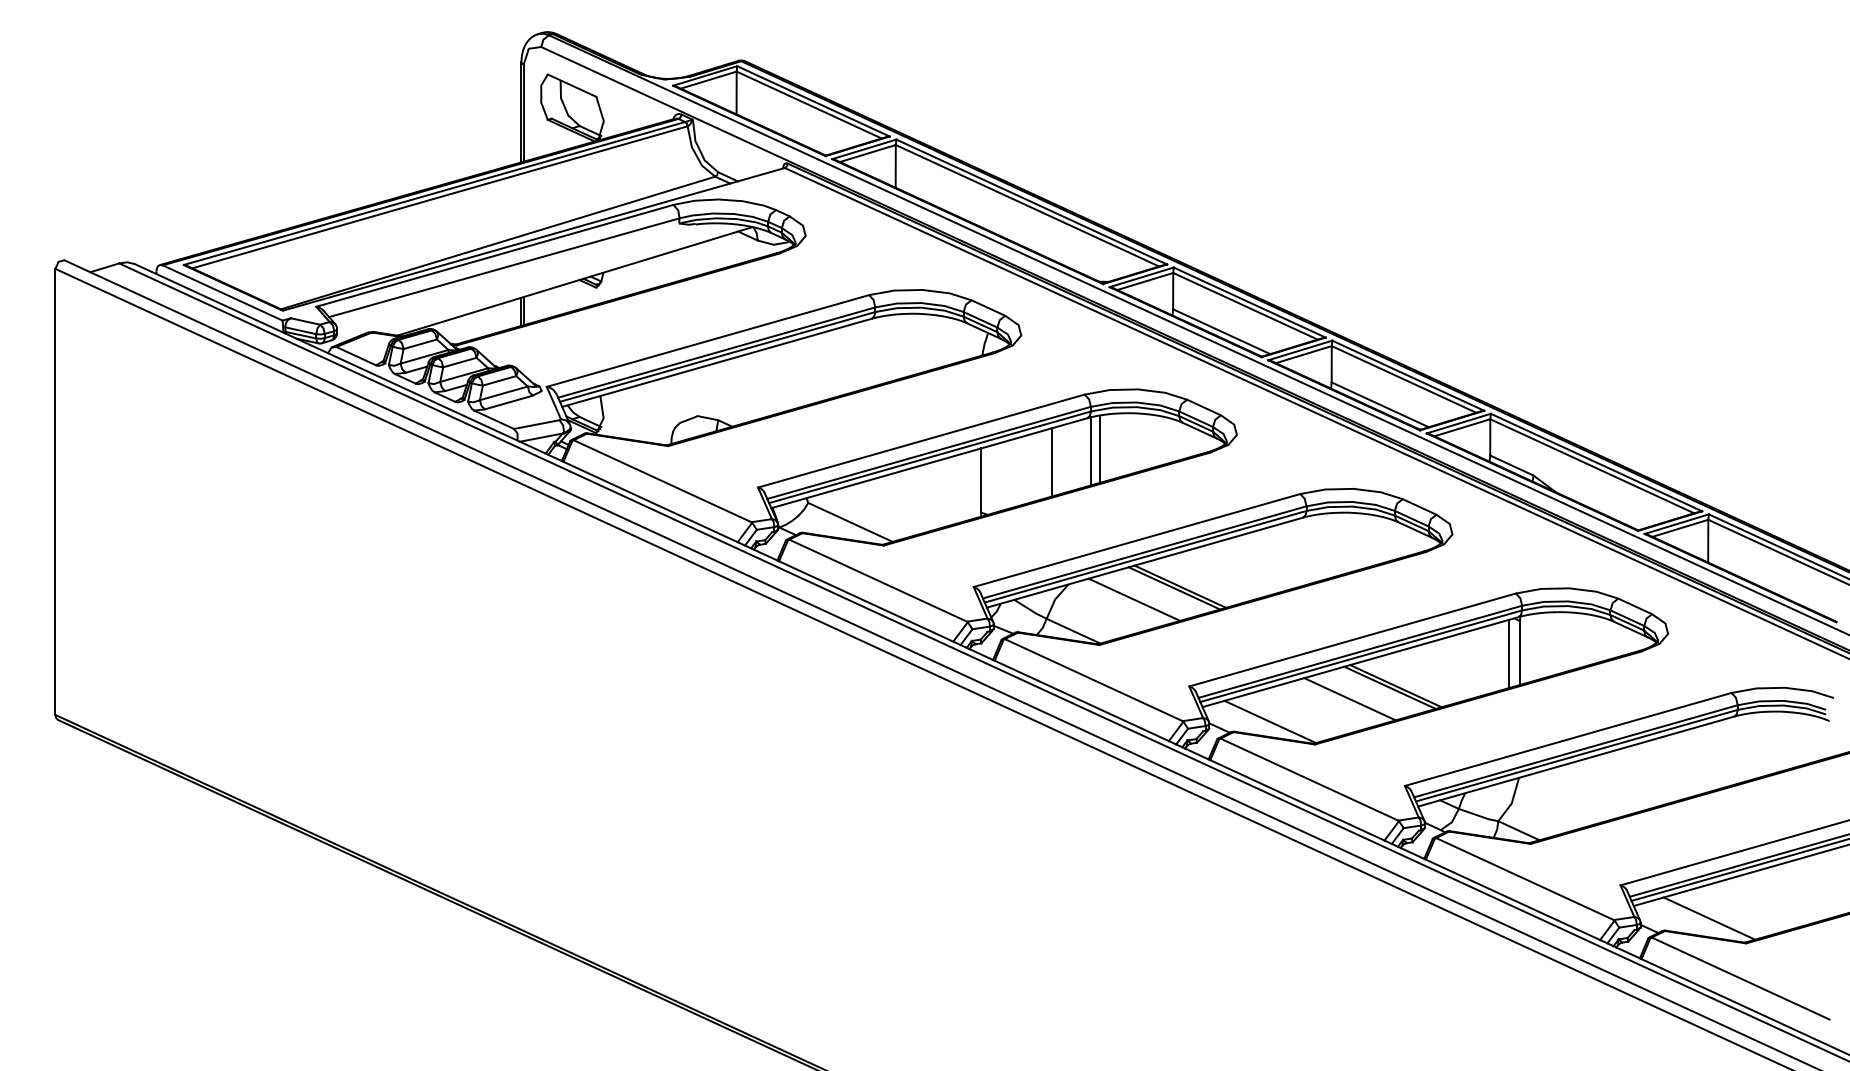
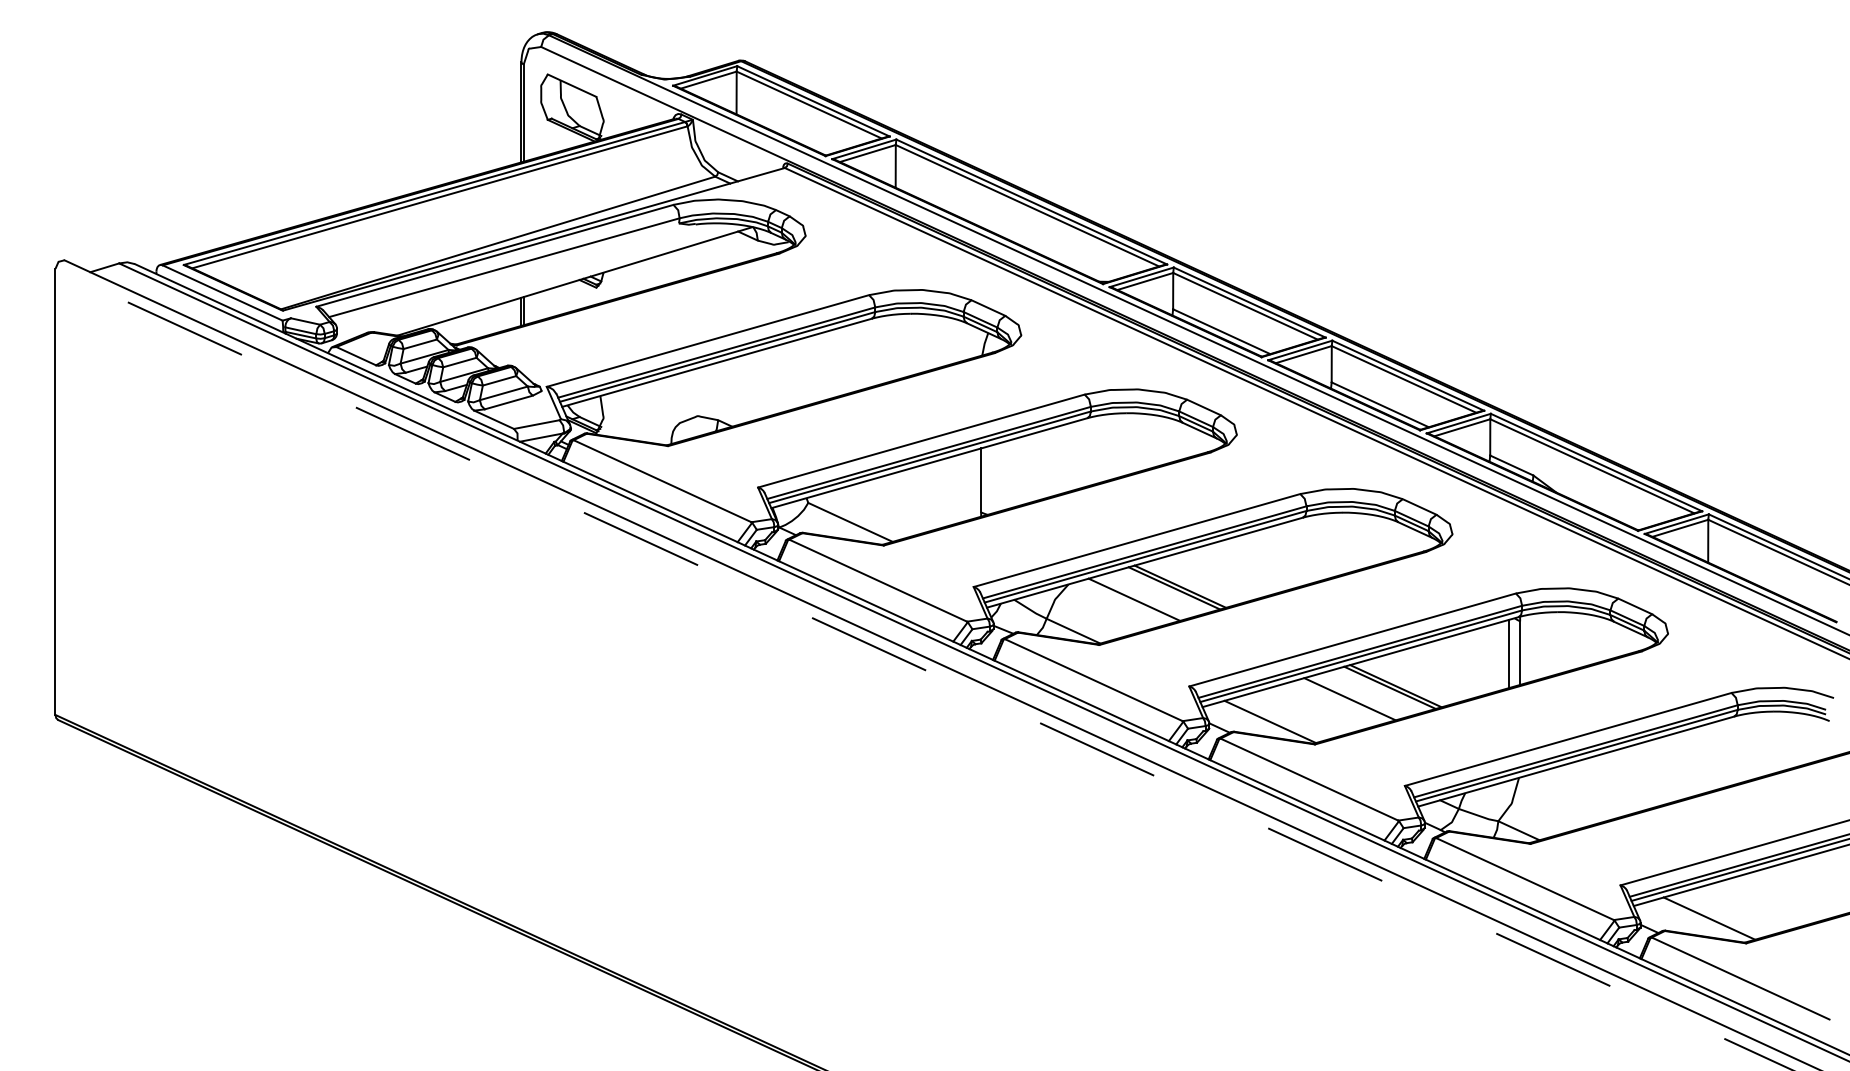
line at (1100, 448): present -> none
line at (1090, 451): present -> none
line at (1051, 462): present -> none
line at (924, 669): solid -> dashed
